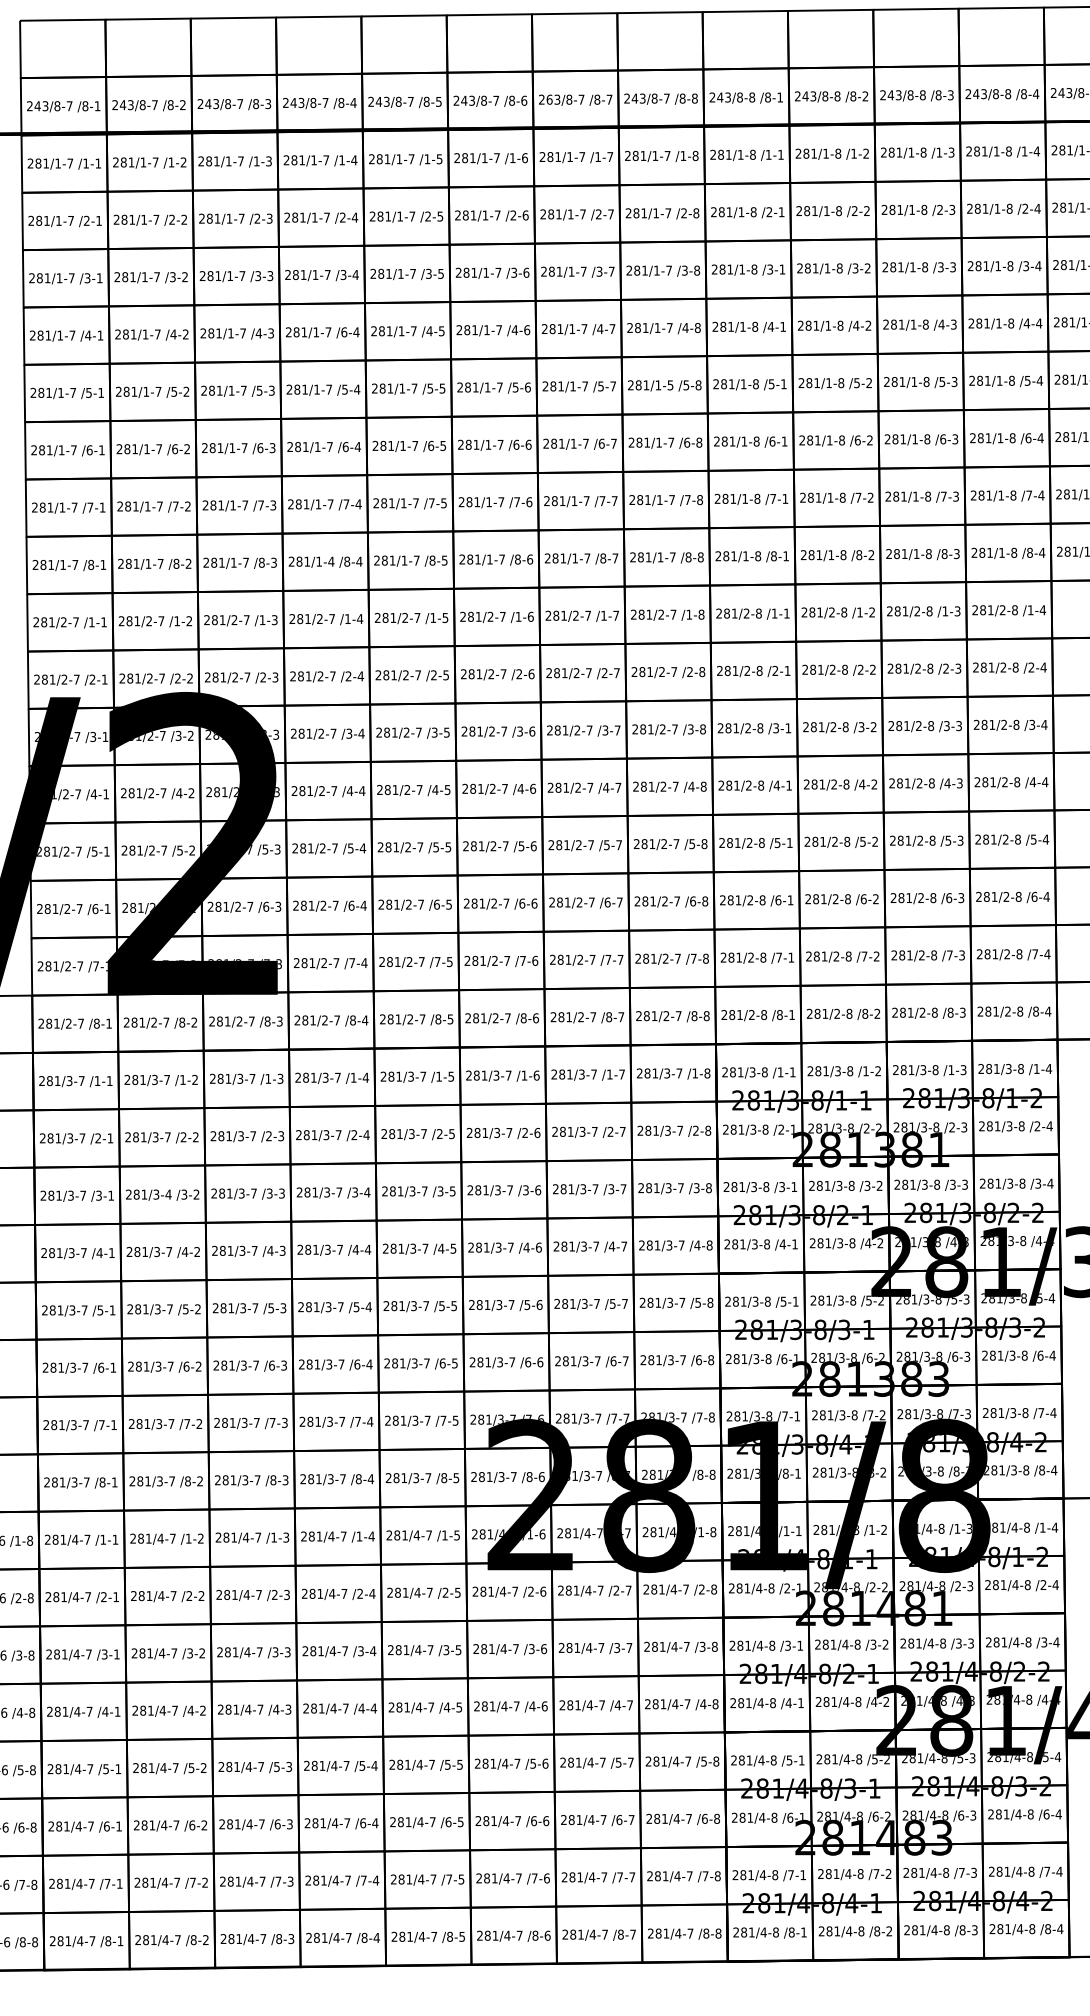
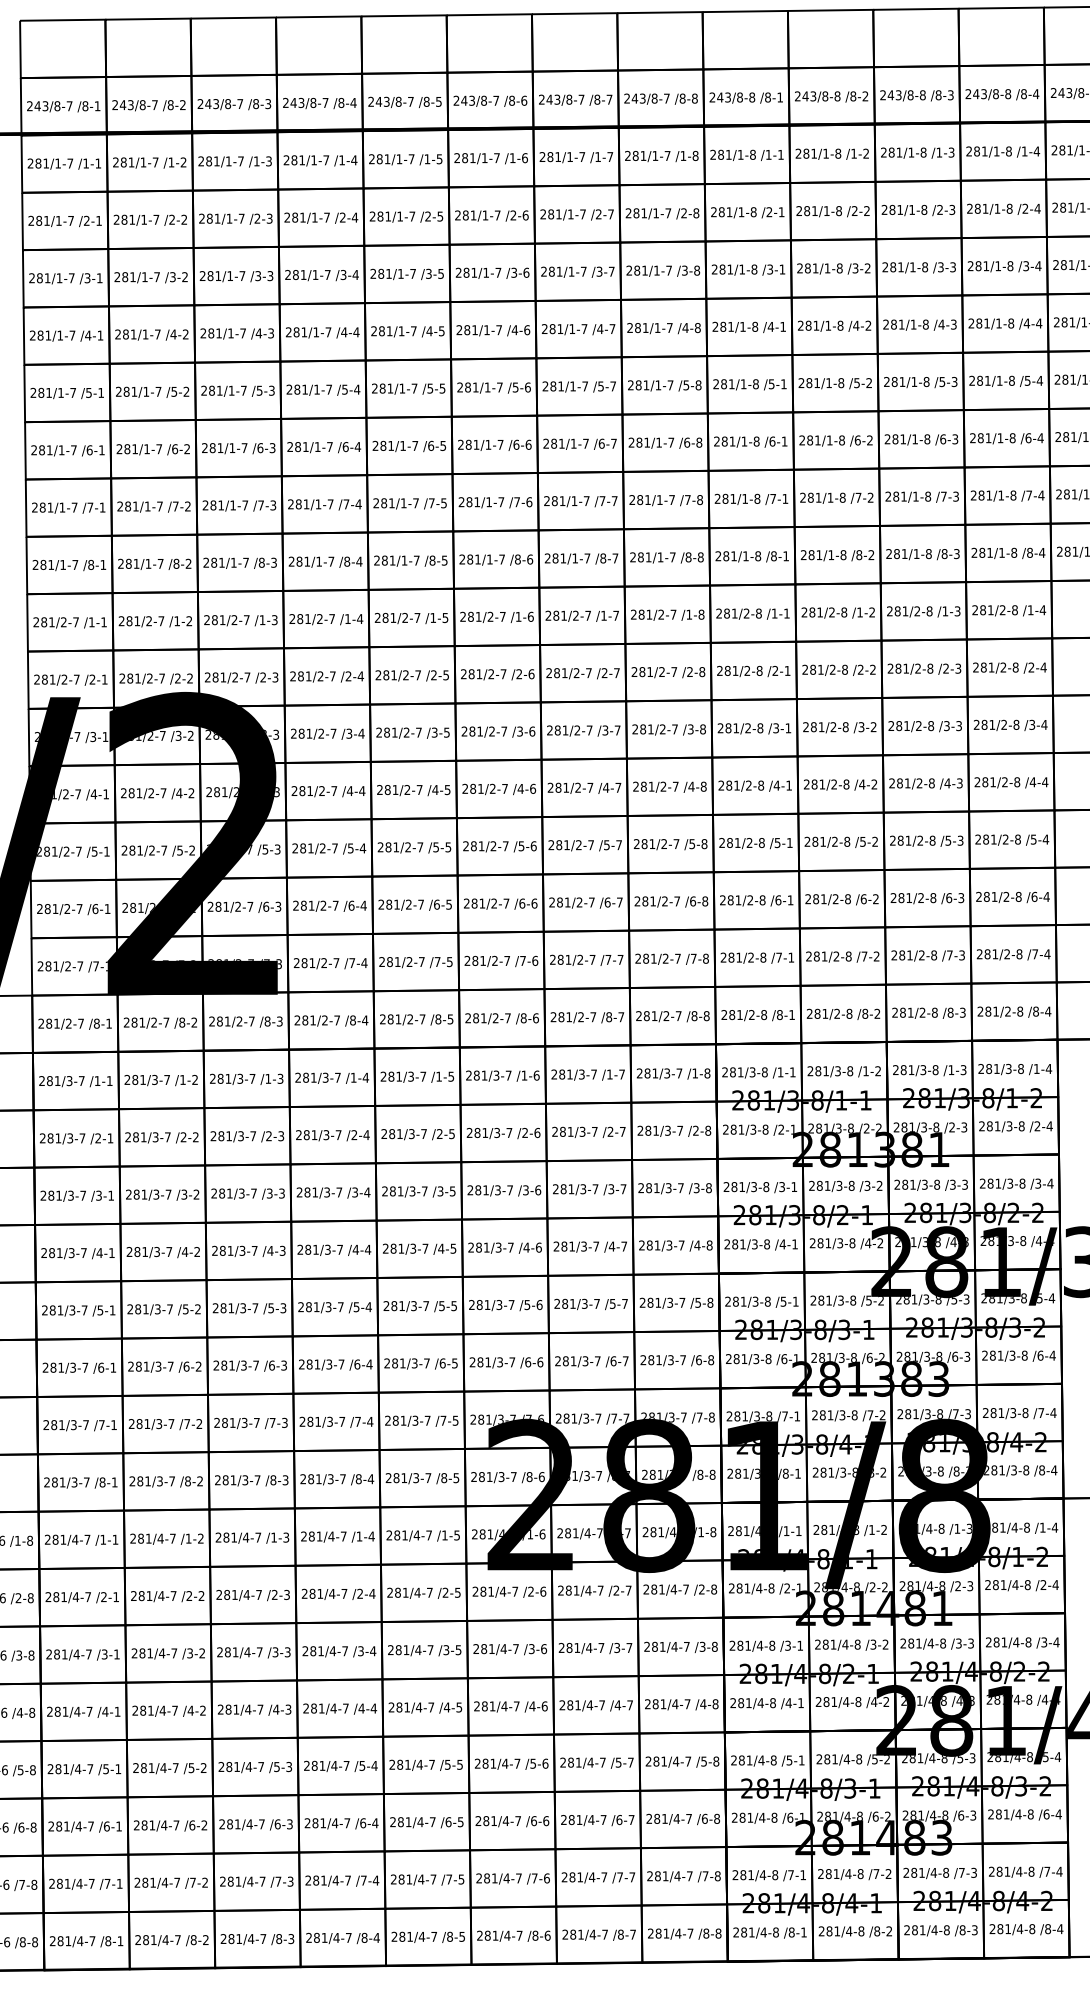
text at (549, 99): 263/8-7 -> 243/8-7
text at (344, 332): /6-4 -> /4-4
text at (670, 385): 281/1-5 -> 281/1-7
text at (331, 561): 281/1-4 -> 281/1-7
text at (168, 1194): 281/3-4 -> 281/3-7
